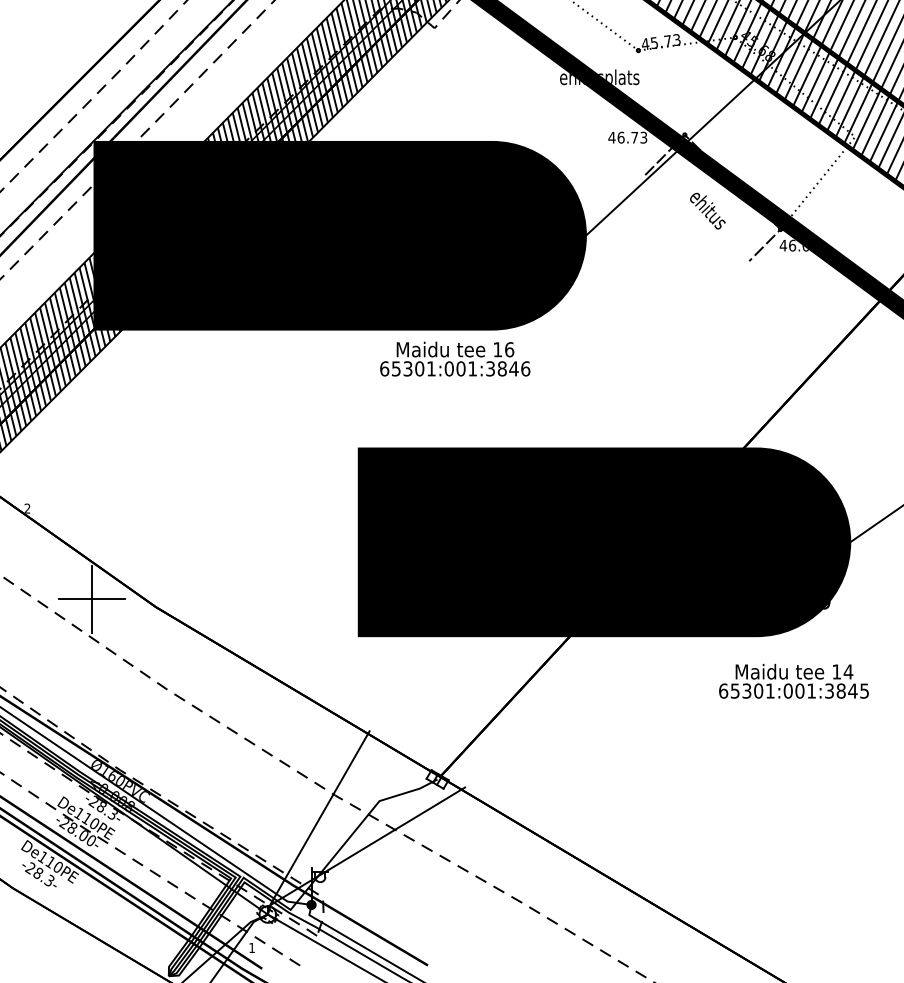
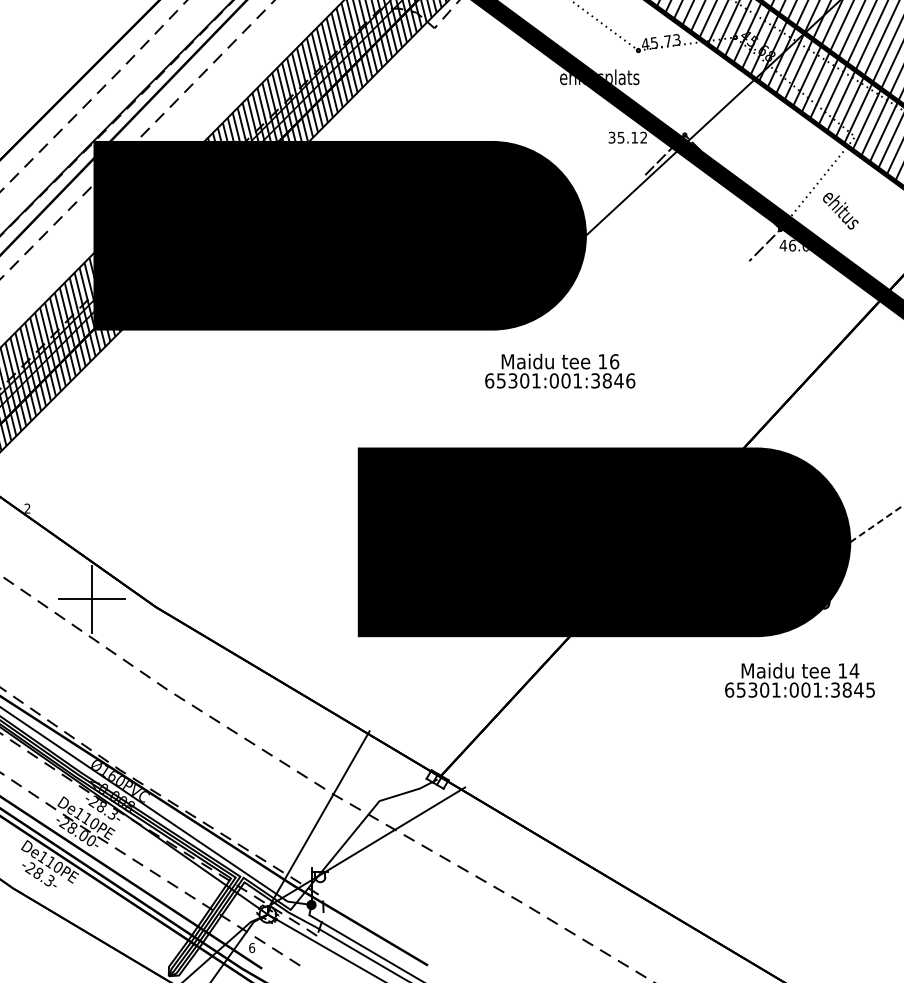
text at (627, 137): 46.73 -> 35.12
text at (707, 210) position: (707, 210) -> (840, 210)
text at (455, 358) position: (455, 358) -> (560, 370)
line at (877, 523): solid -> dashed
text at (793, 680) position: (793, 680) -> (799, 679)
text at (252, 947): 1 -> 6
